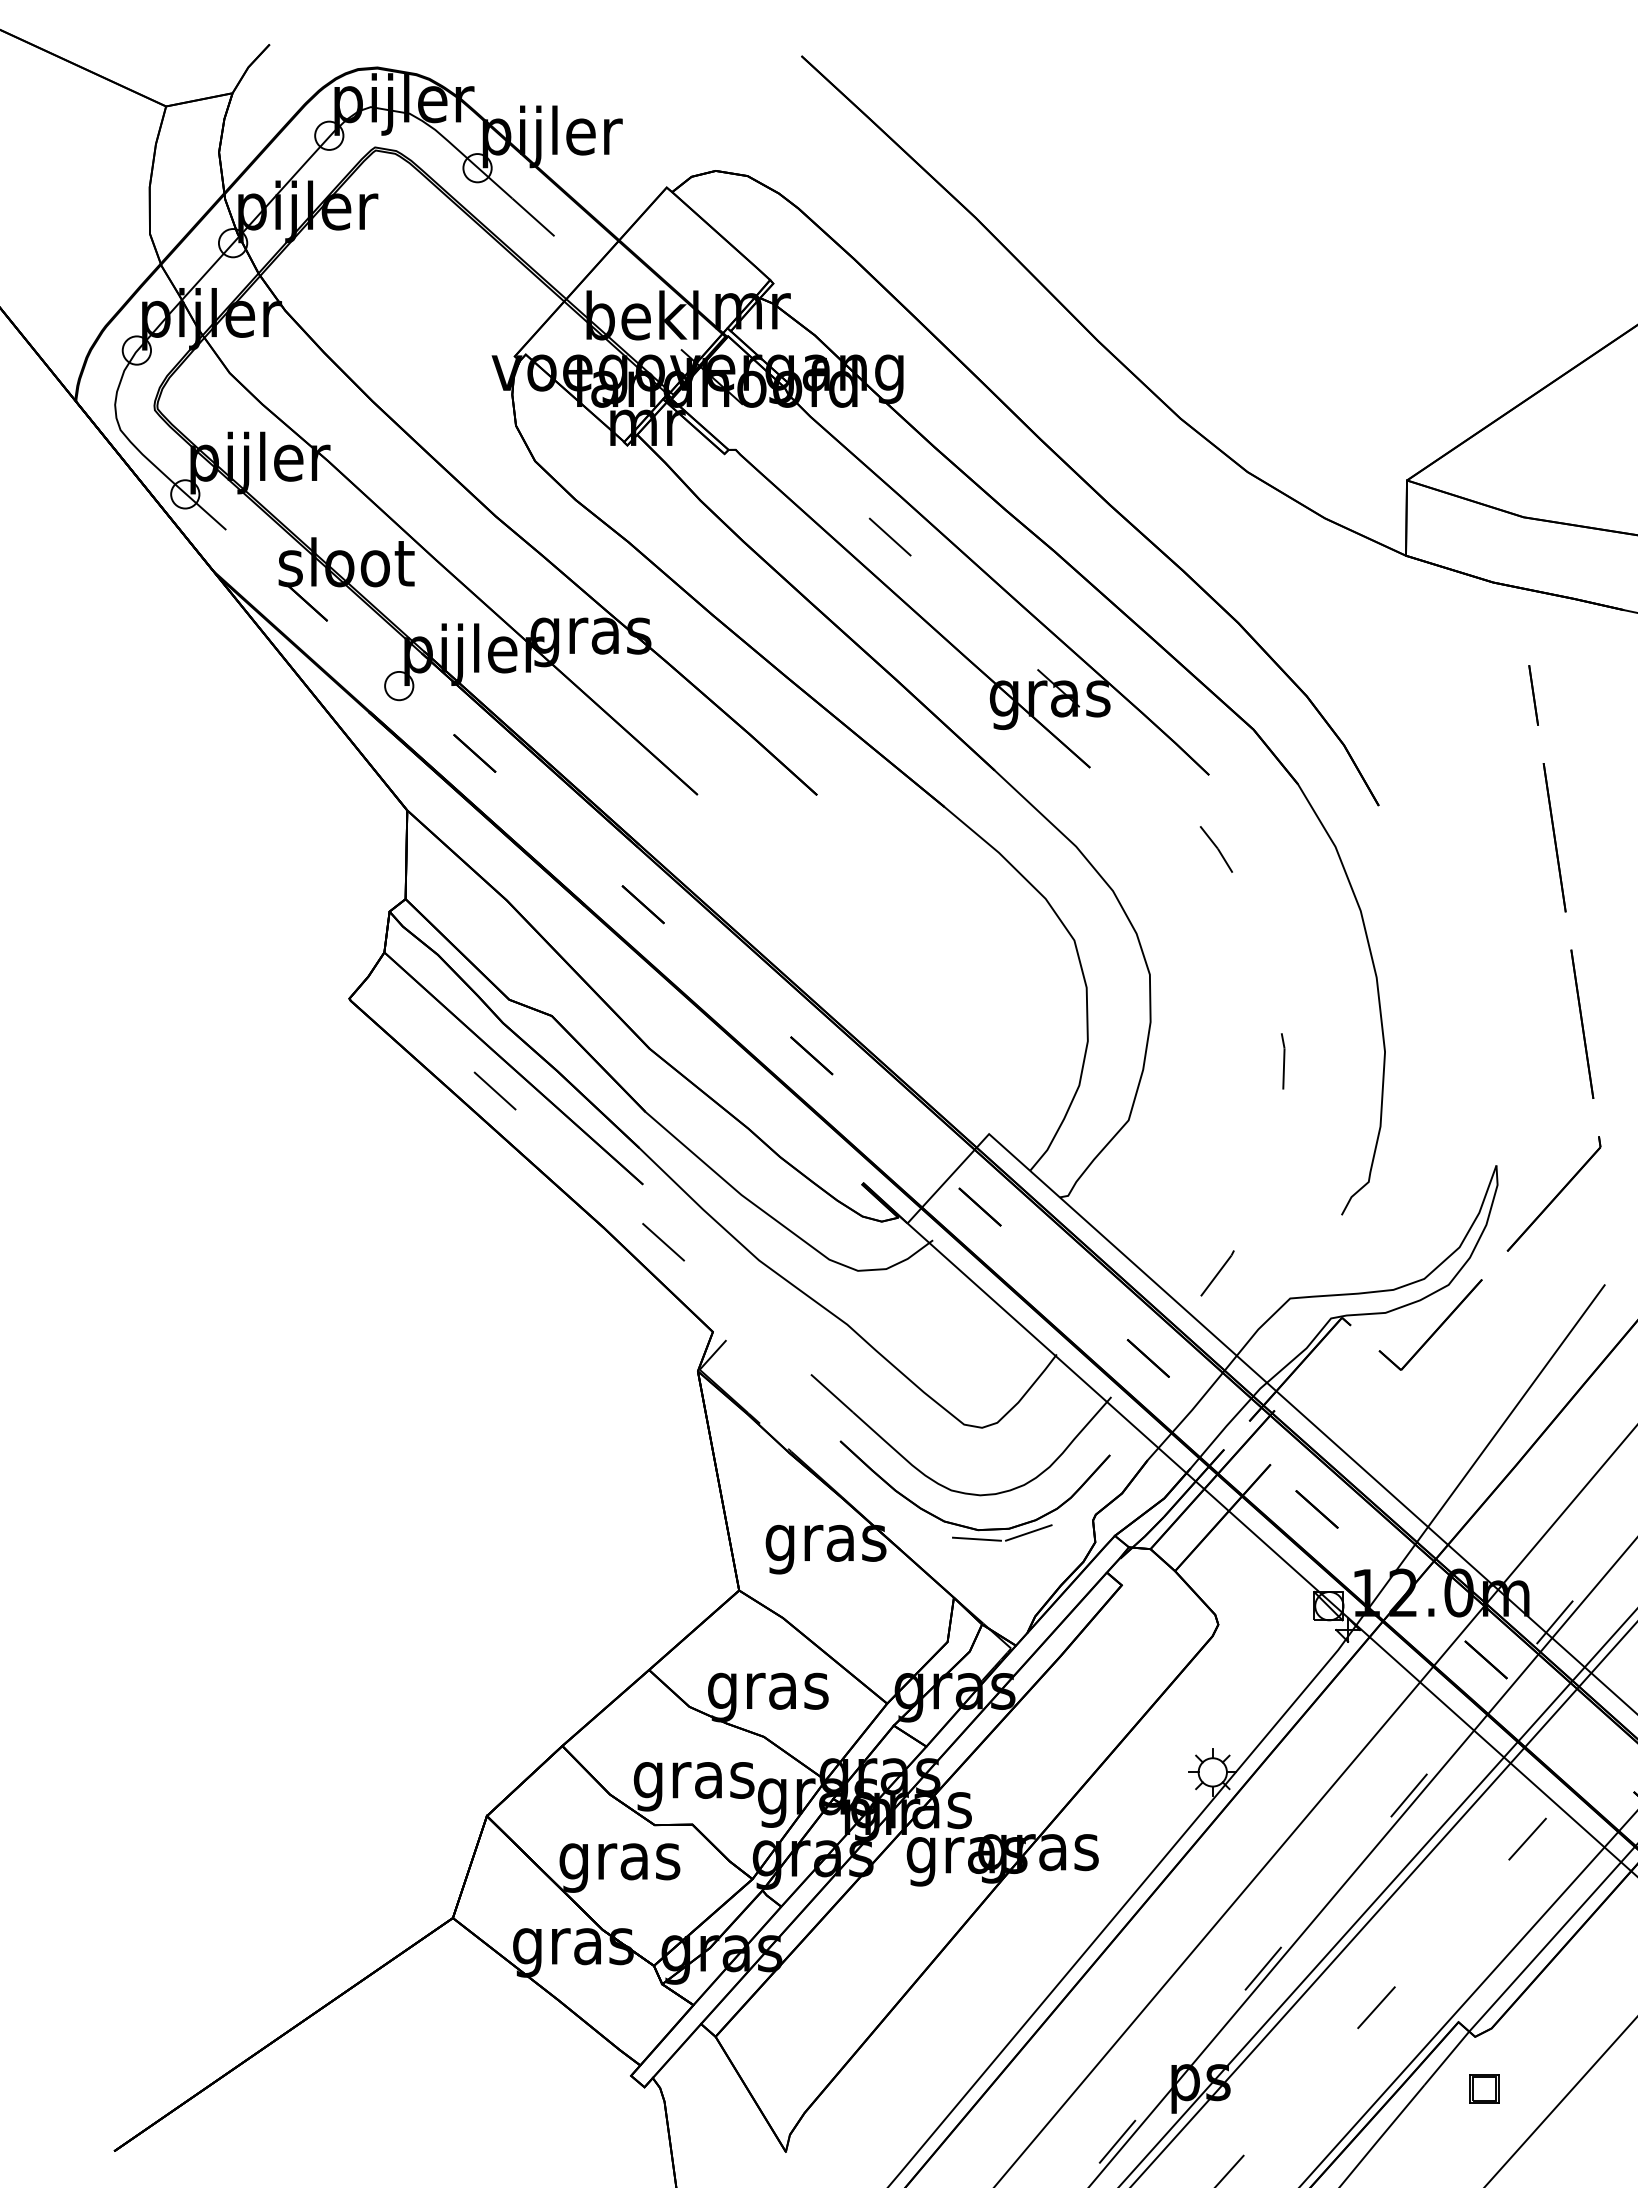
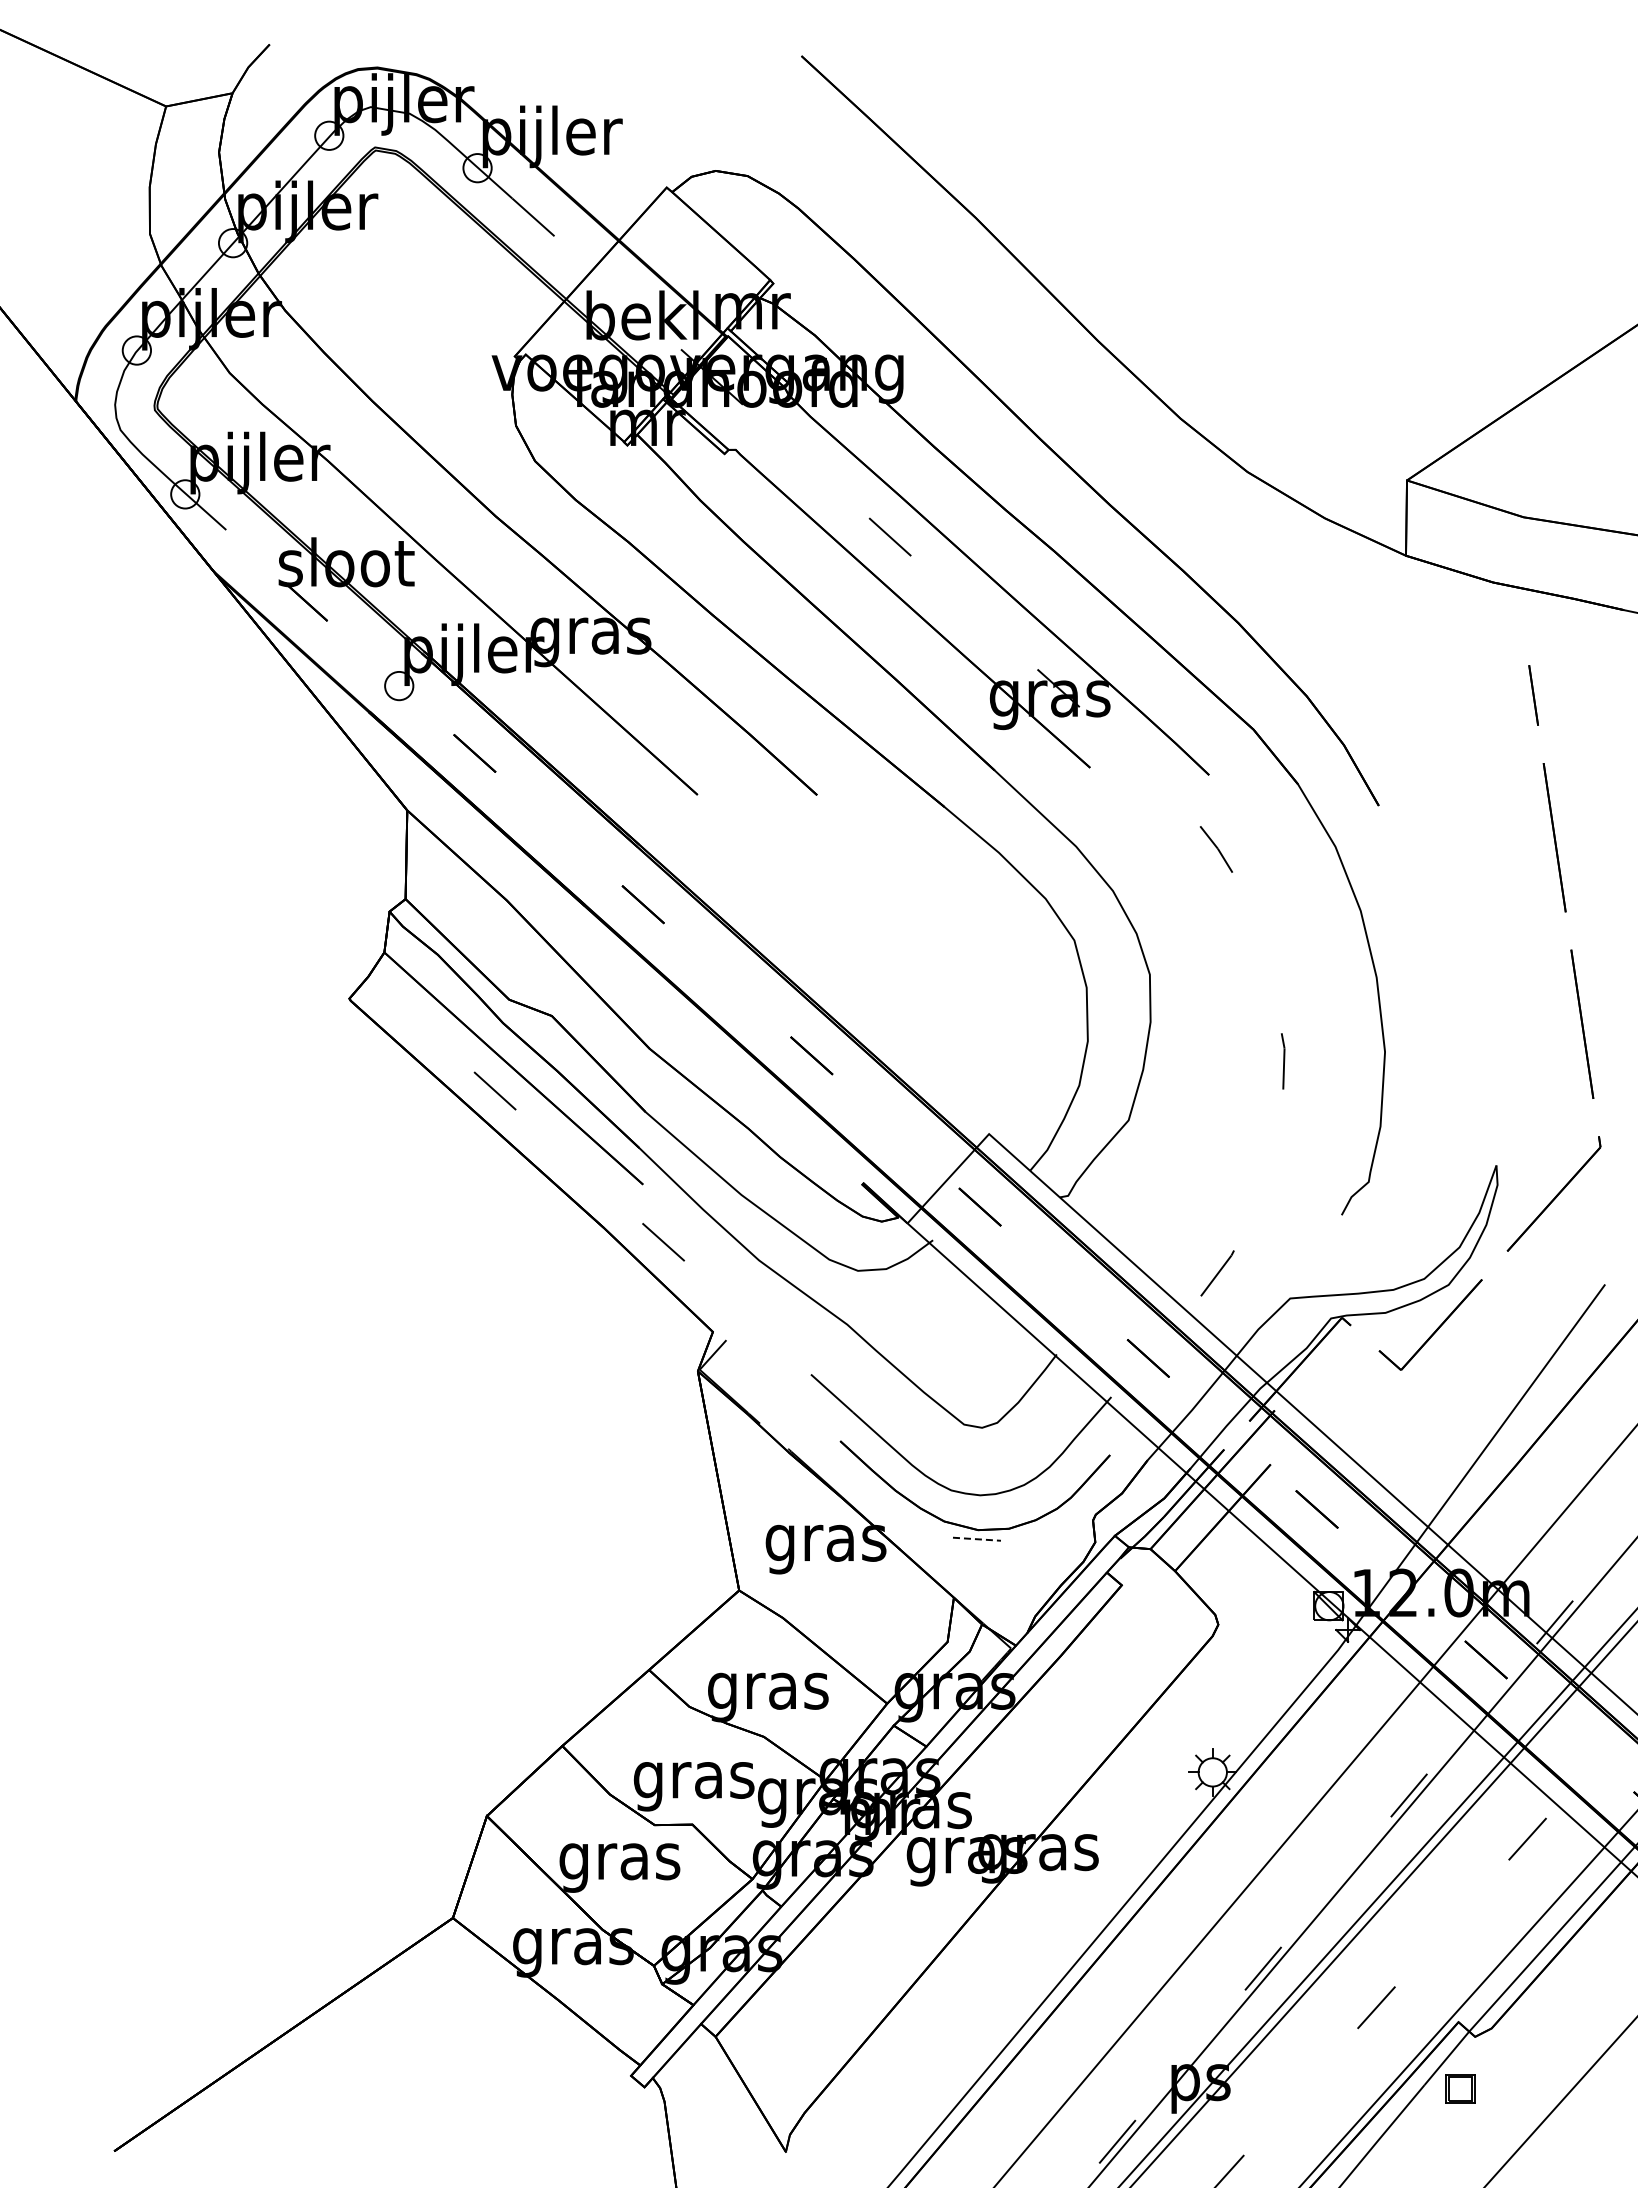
line at (1028, 1532): present -> none
line at (977, 1539): solid -> dashed
part at (1484, 2088) position: (1484, 2088) -> (1460, 2088)
